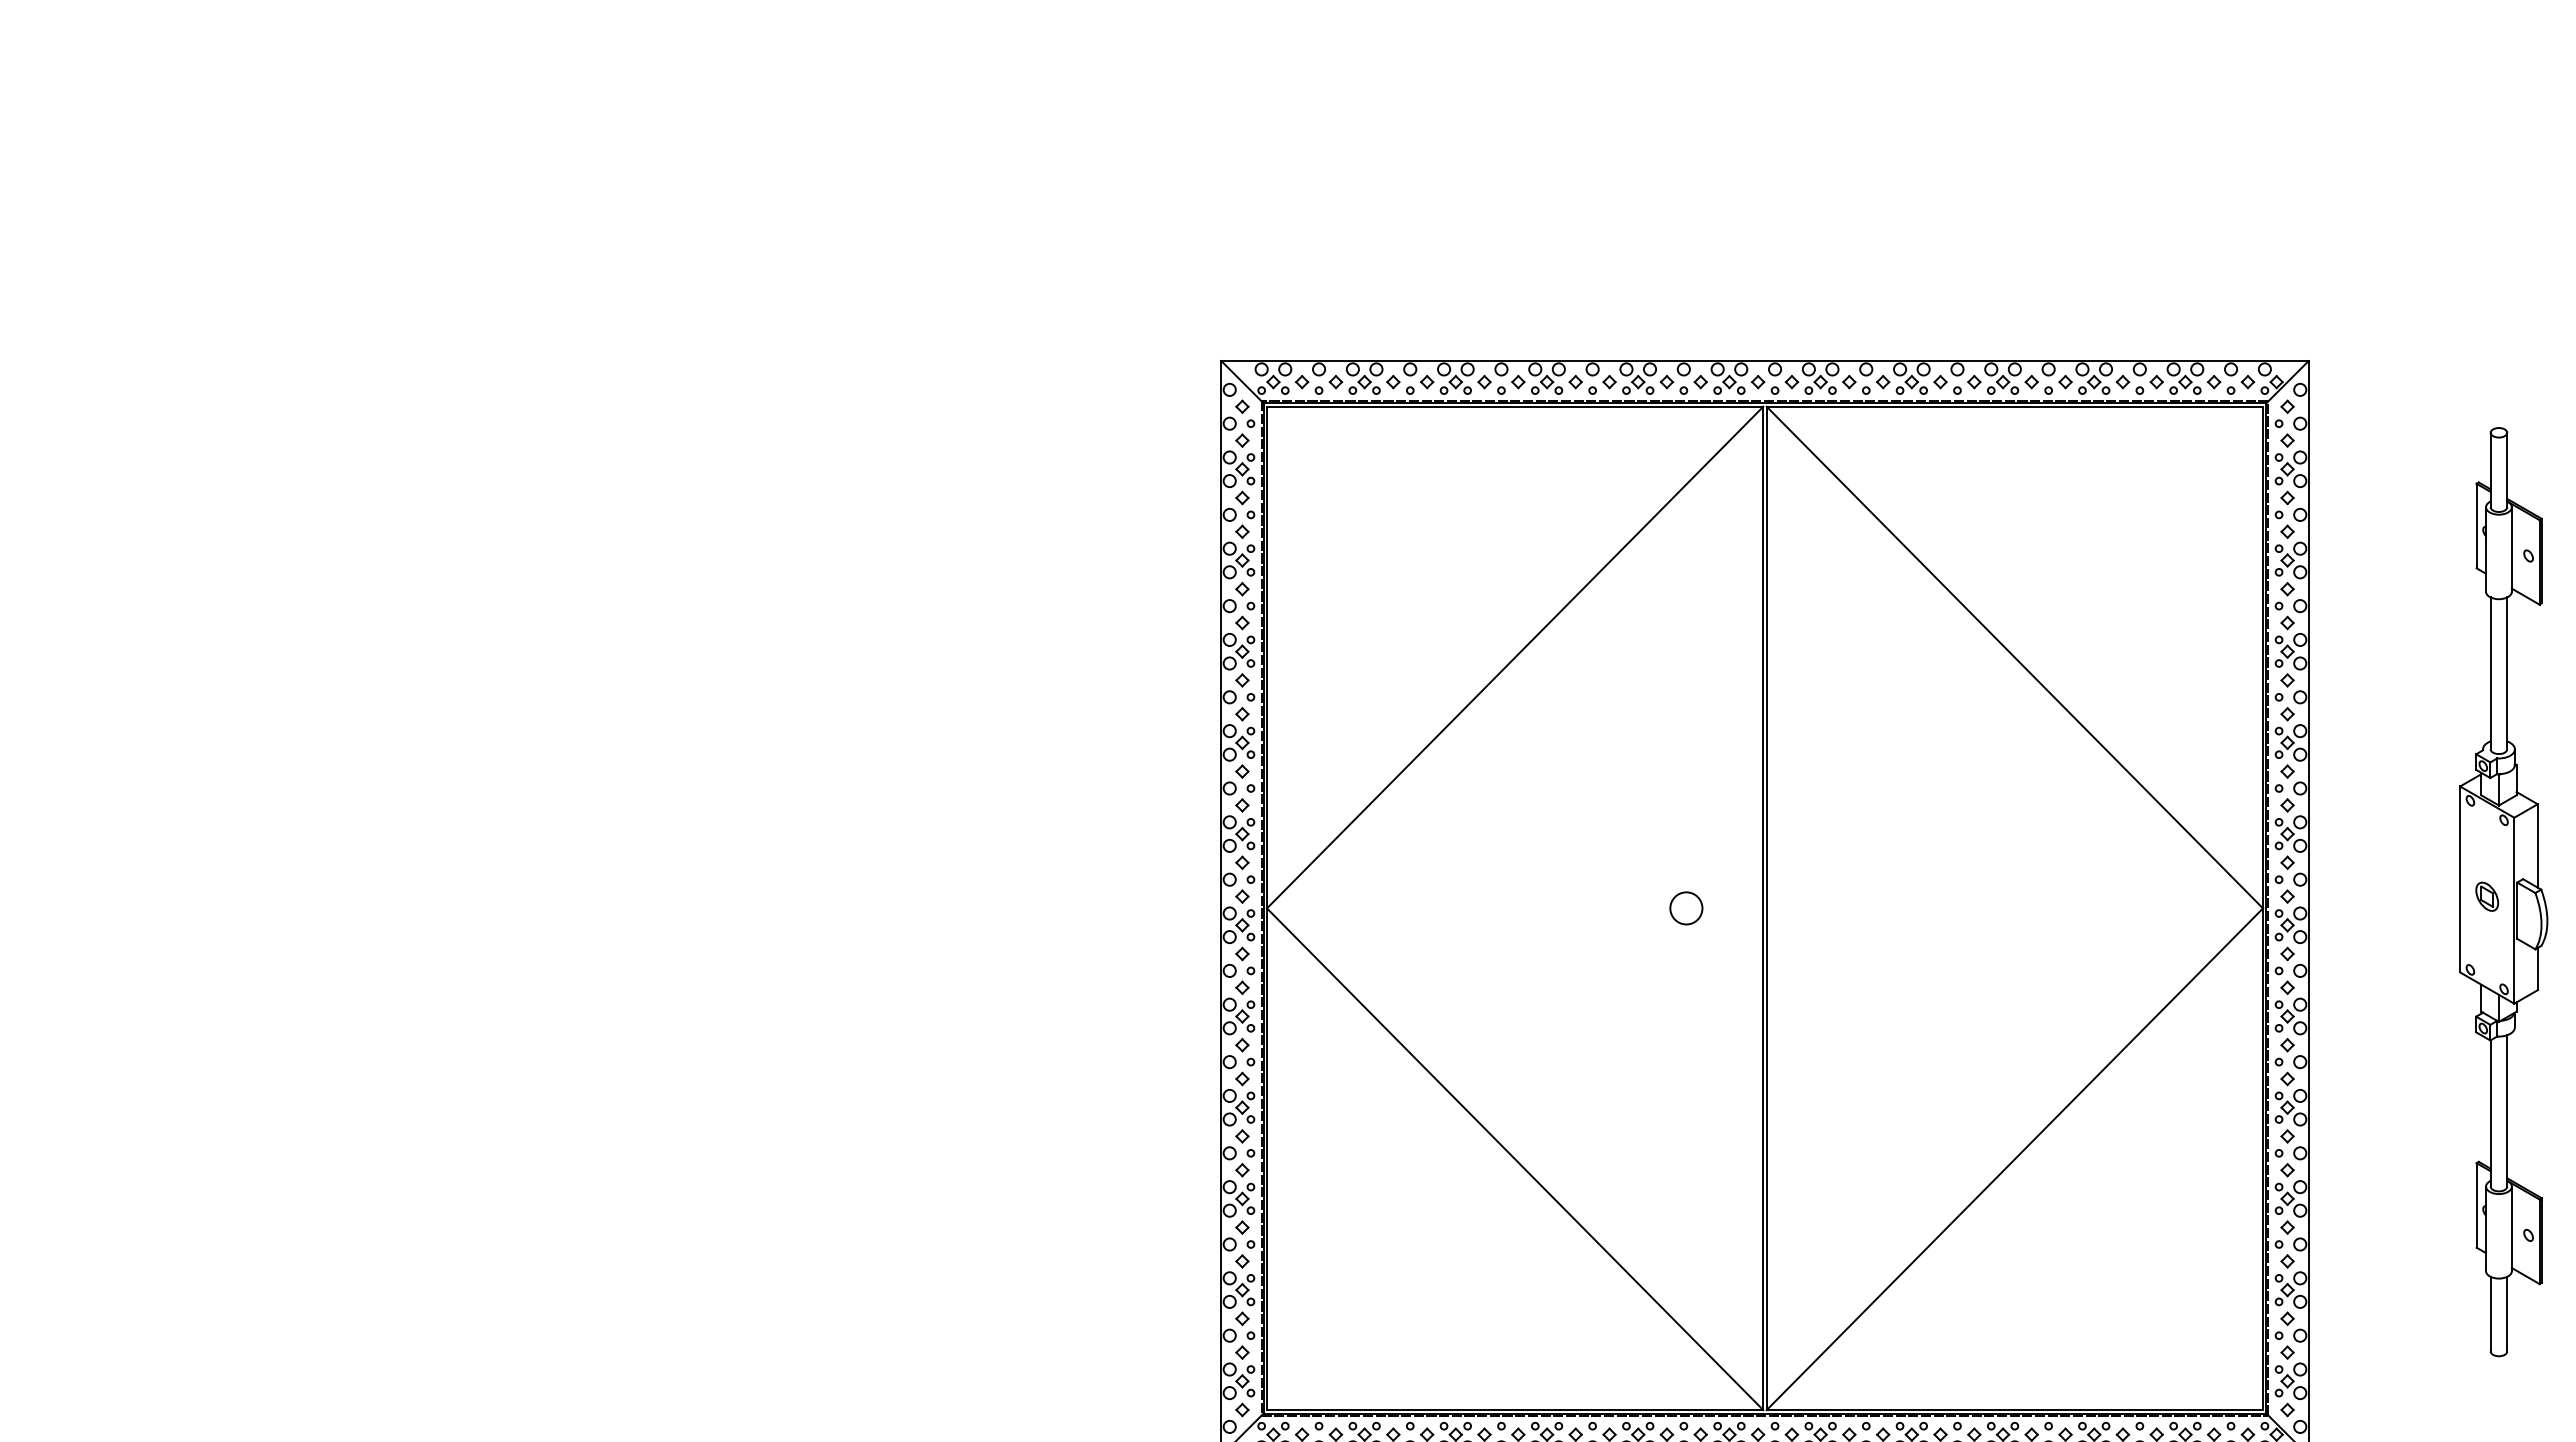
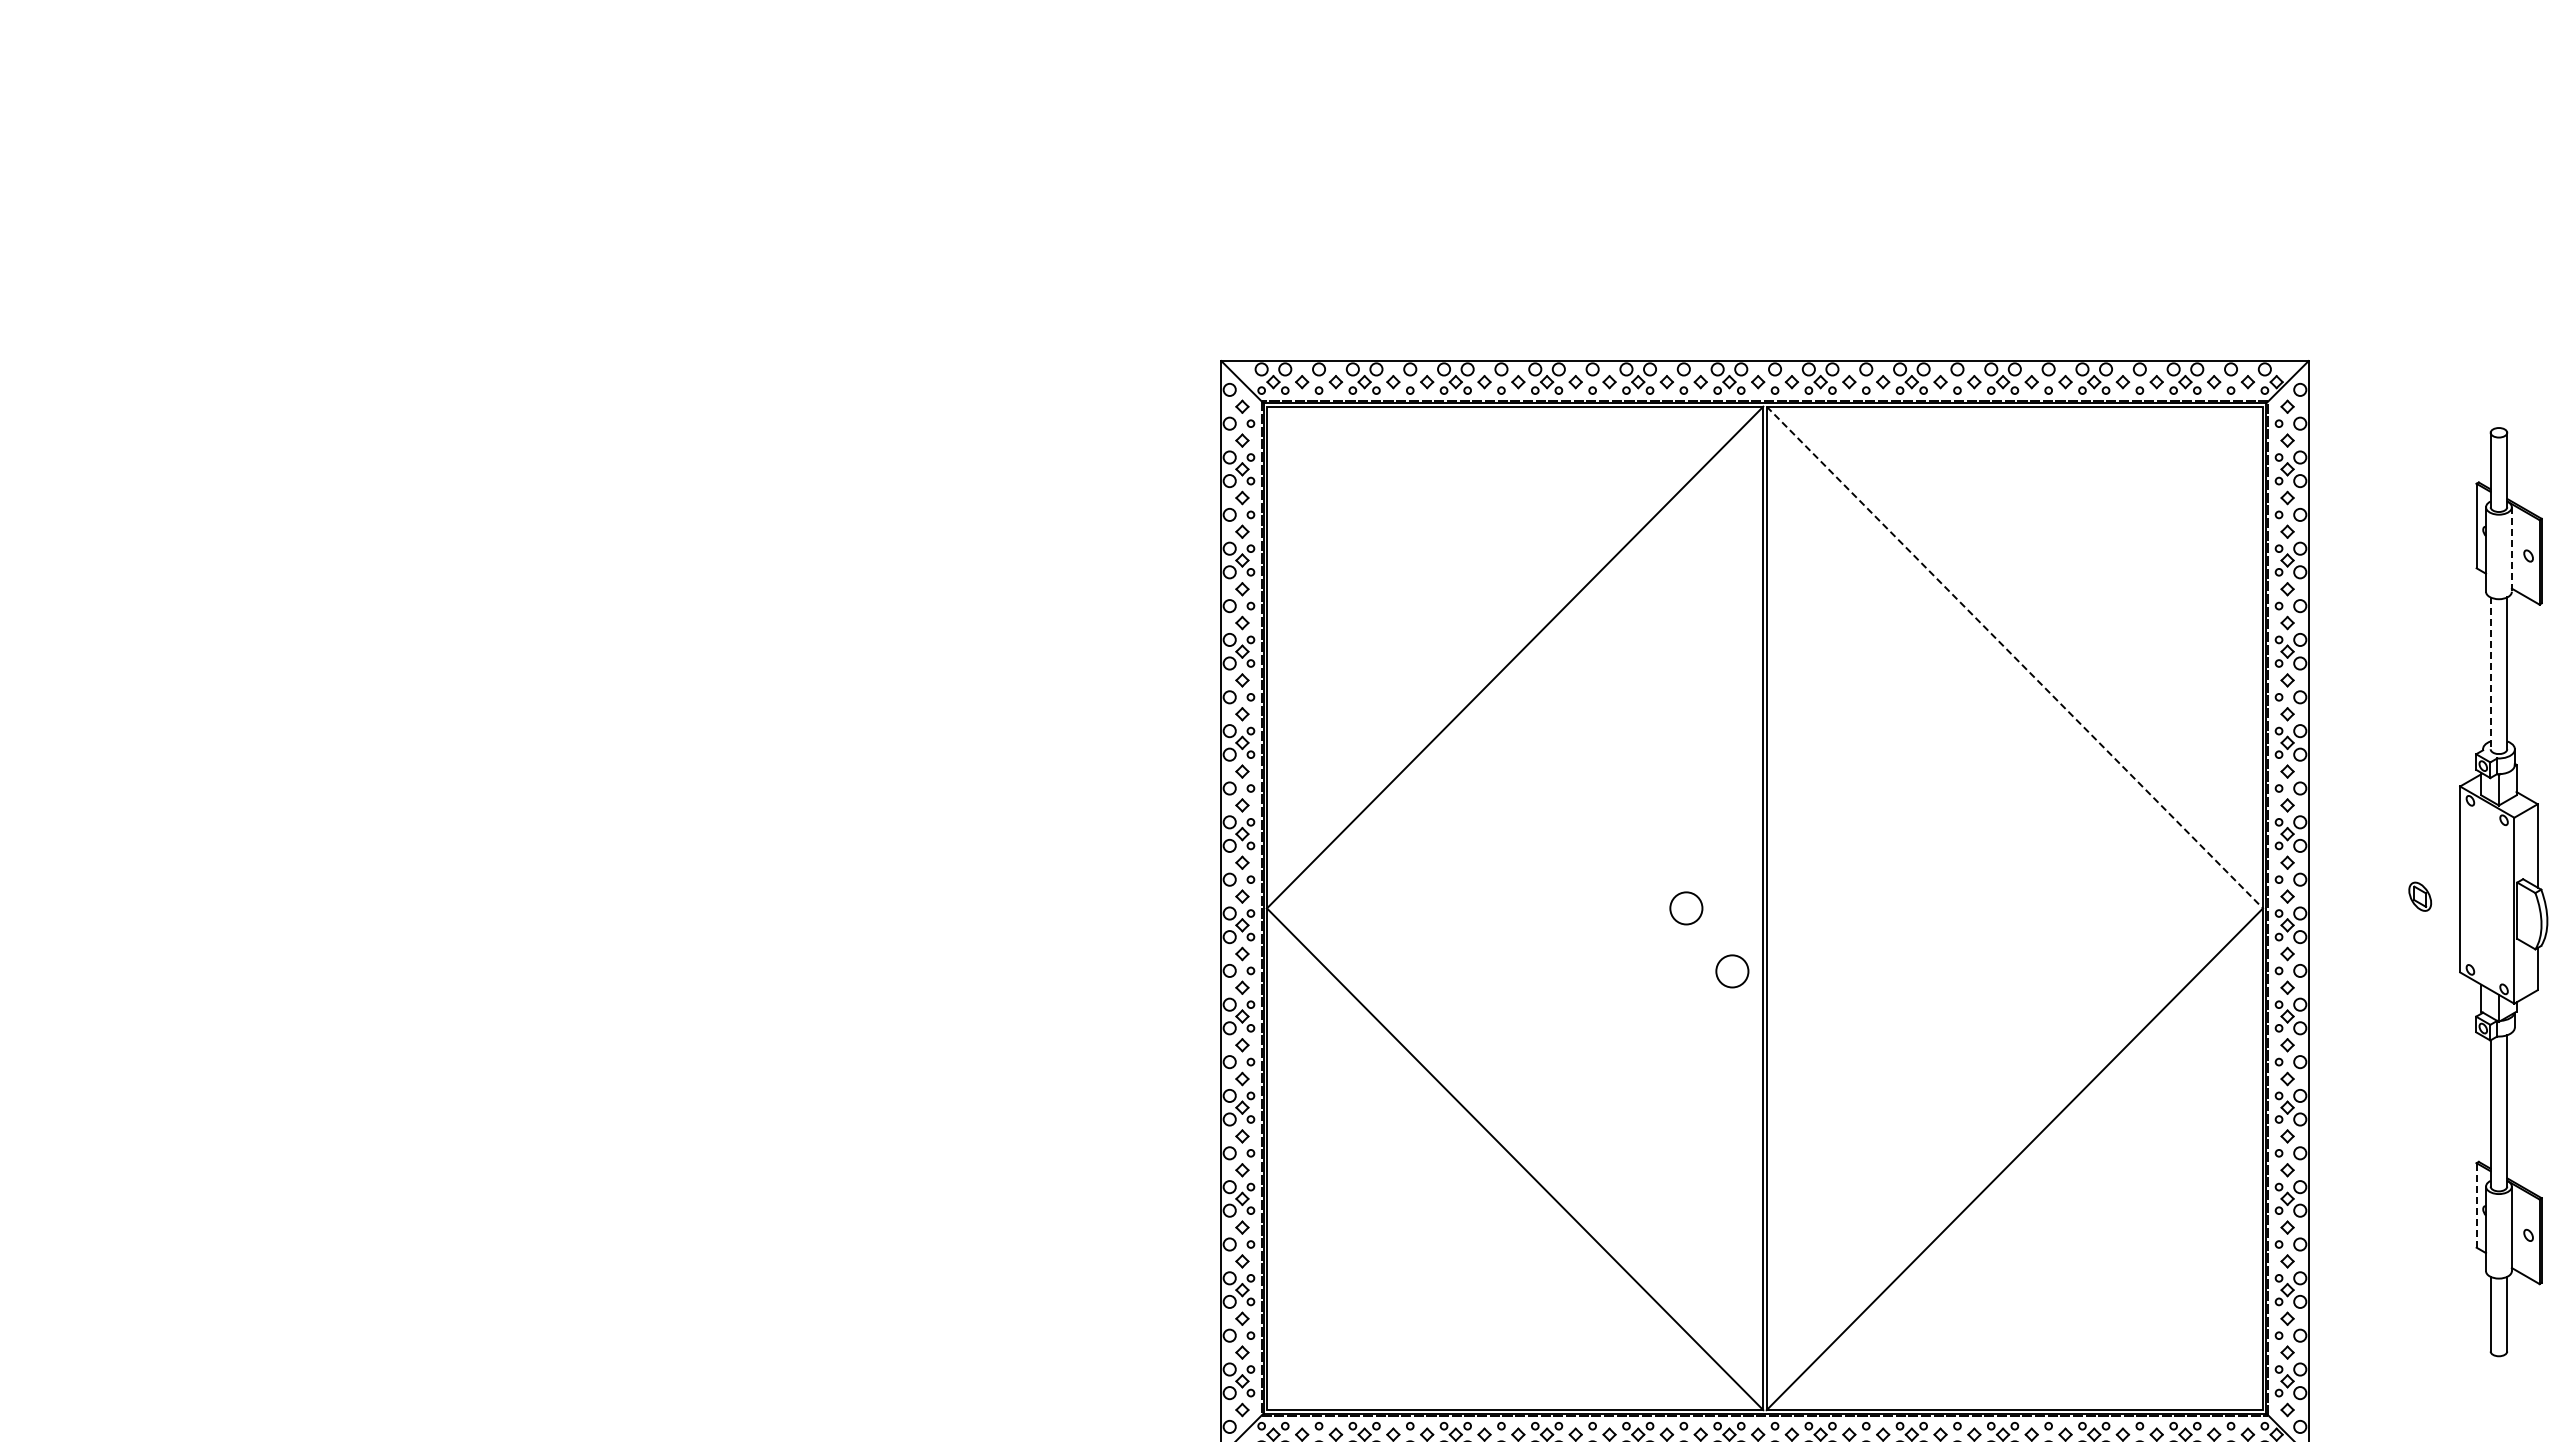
line at (2511, 550): solid -> dashed
line at (2014, 657): solid -> dashed
line at (2490, 673): solid -> dashed
part at (2487, 896) position: (2487, 896) -> (2420, 896)
circle at (1732, 971): none -> present
line at (2476, 1204): solid -> dashed
